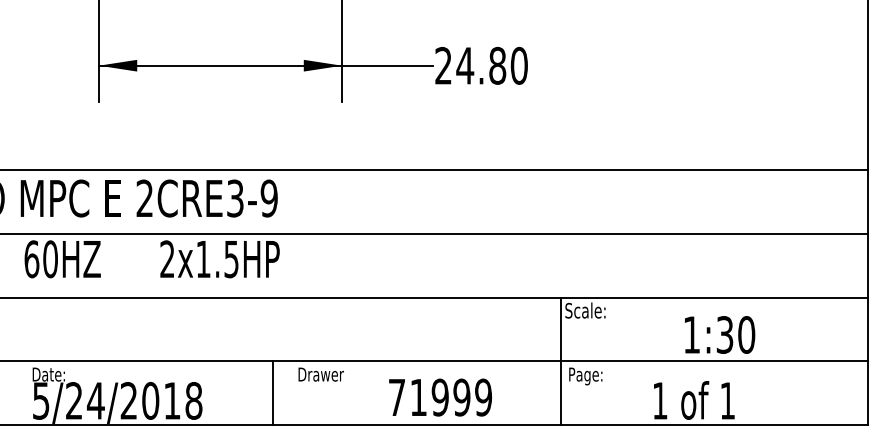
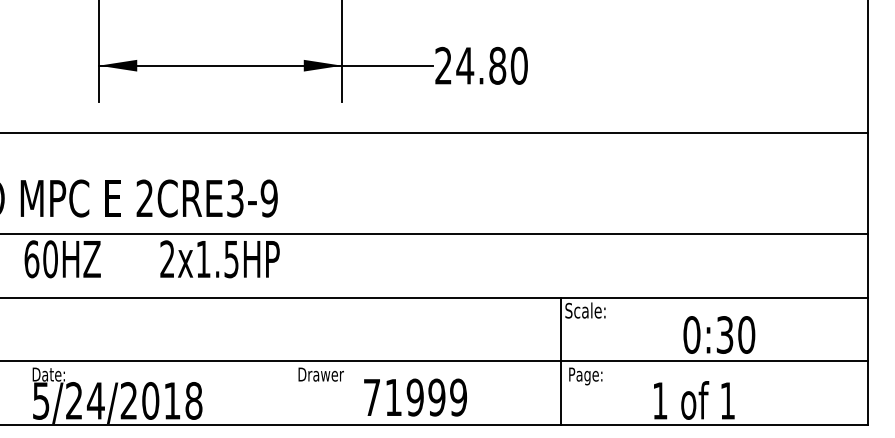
line at (435, 170) position: (435, 170) -> (435, 133)
text at (691, 334): 1:30 -> 0:30
line at (273, 392): present -> none
text at (440, 397) position: (440, 397) -> (415, 397)
